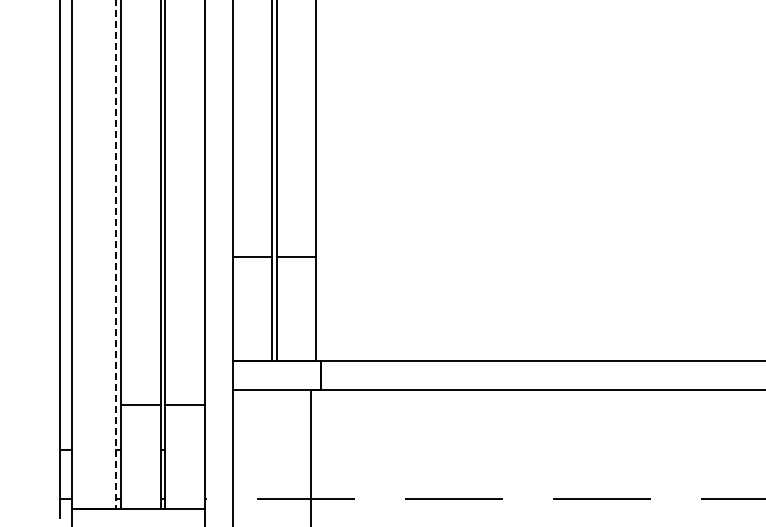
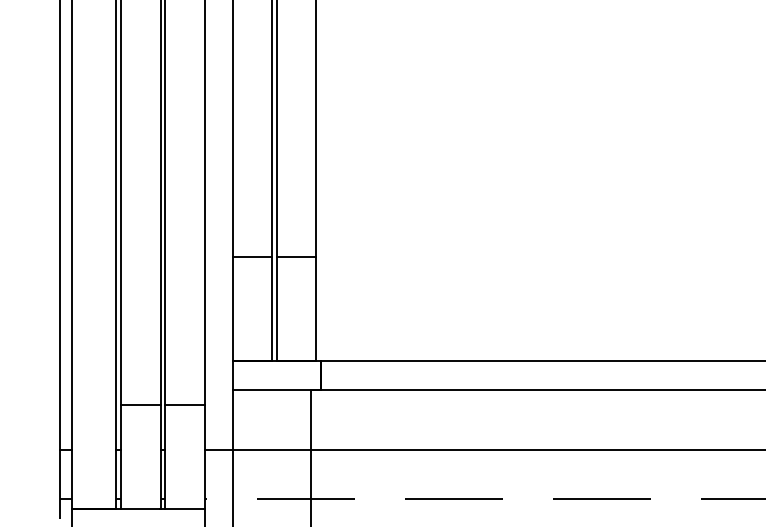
line at (116, 254): dashed -> solid
line at (483, 449): none -> present
